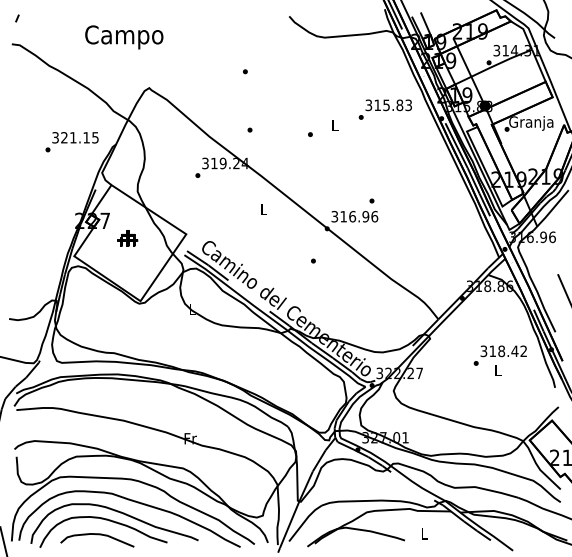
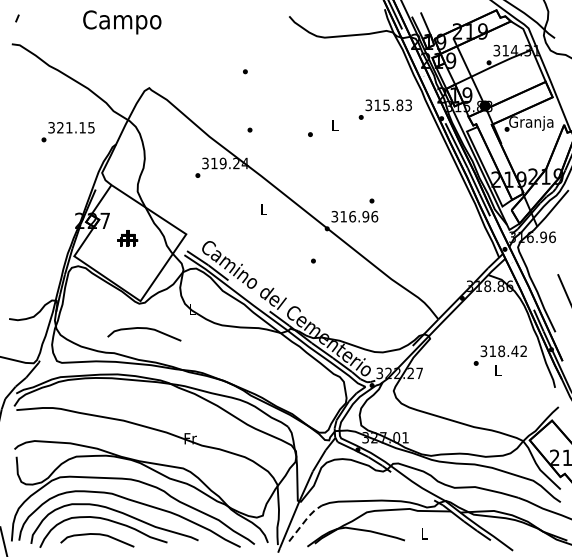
text at (124, 37) position: (124, 37) -> (122, 22)
text at (71, 142) position: (71, 142) -> (67, 132)
curve at (144, 329): none -> present
line at (305, 520): solid -> dashed
